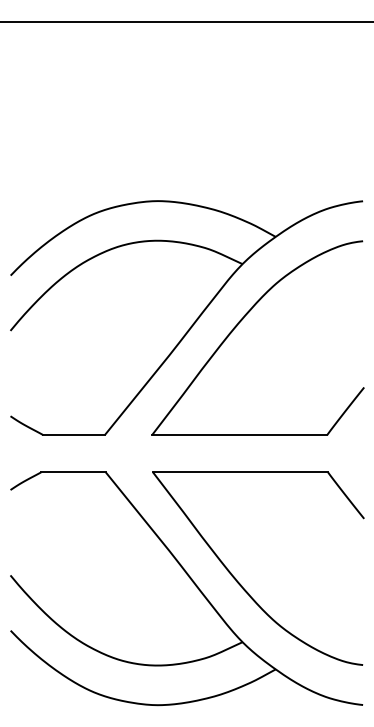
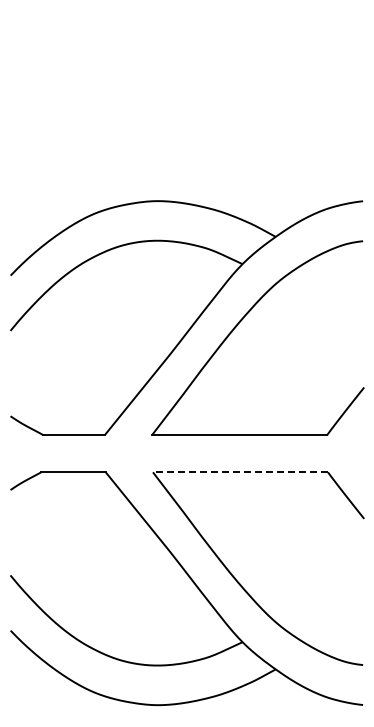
line at (186, 21): present -> none
line at (240, 472): solid -> dashed
